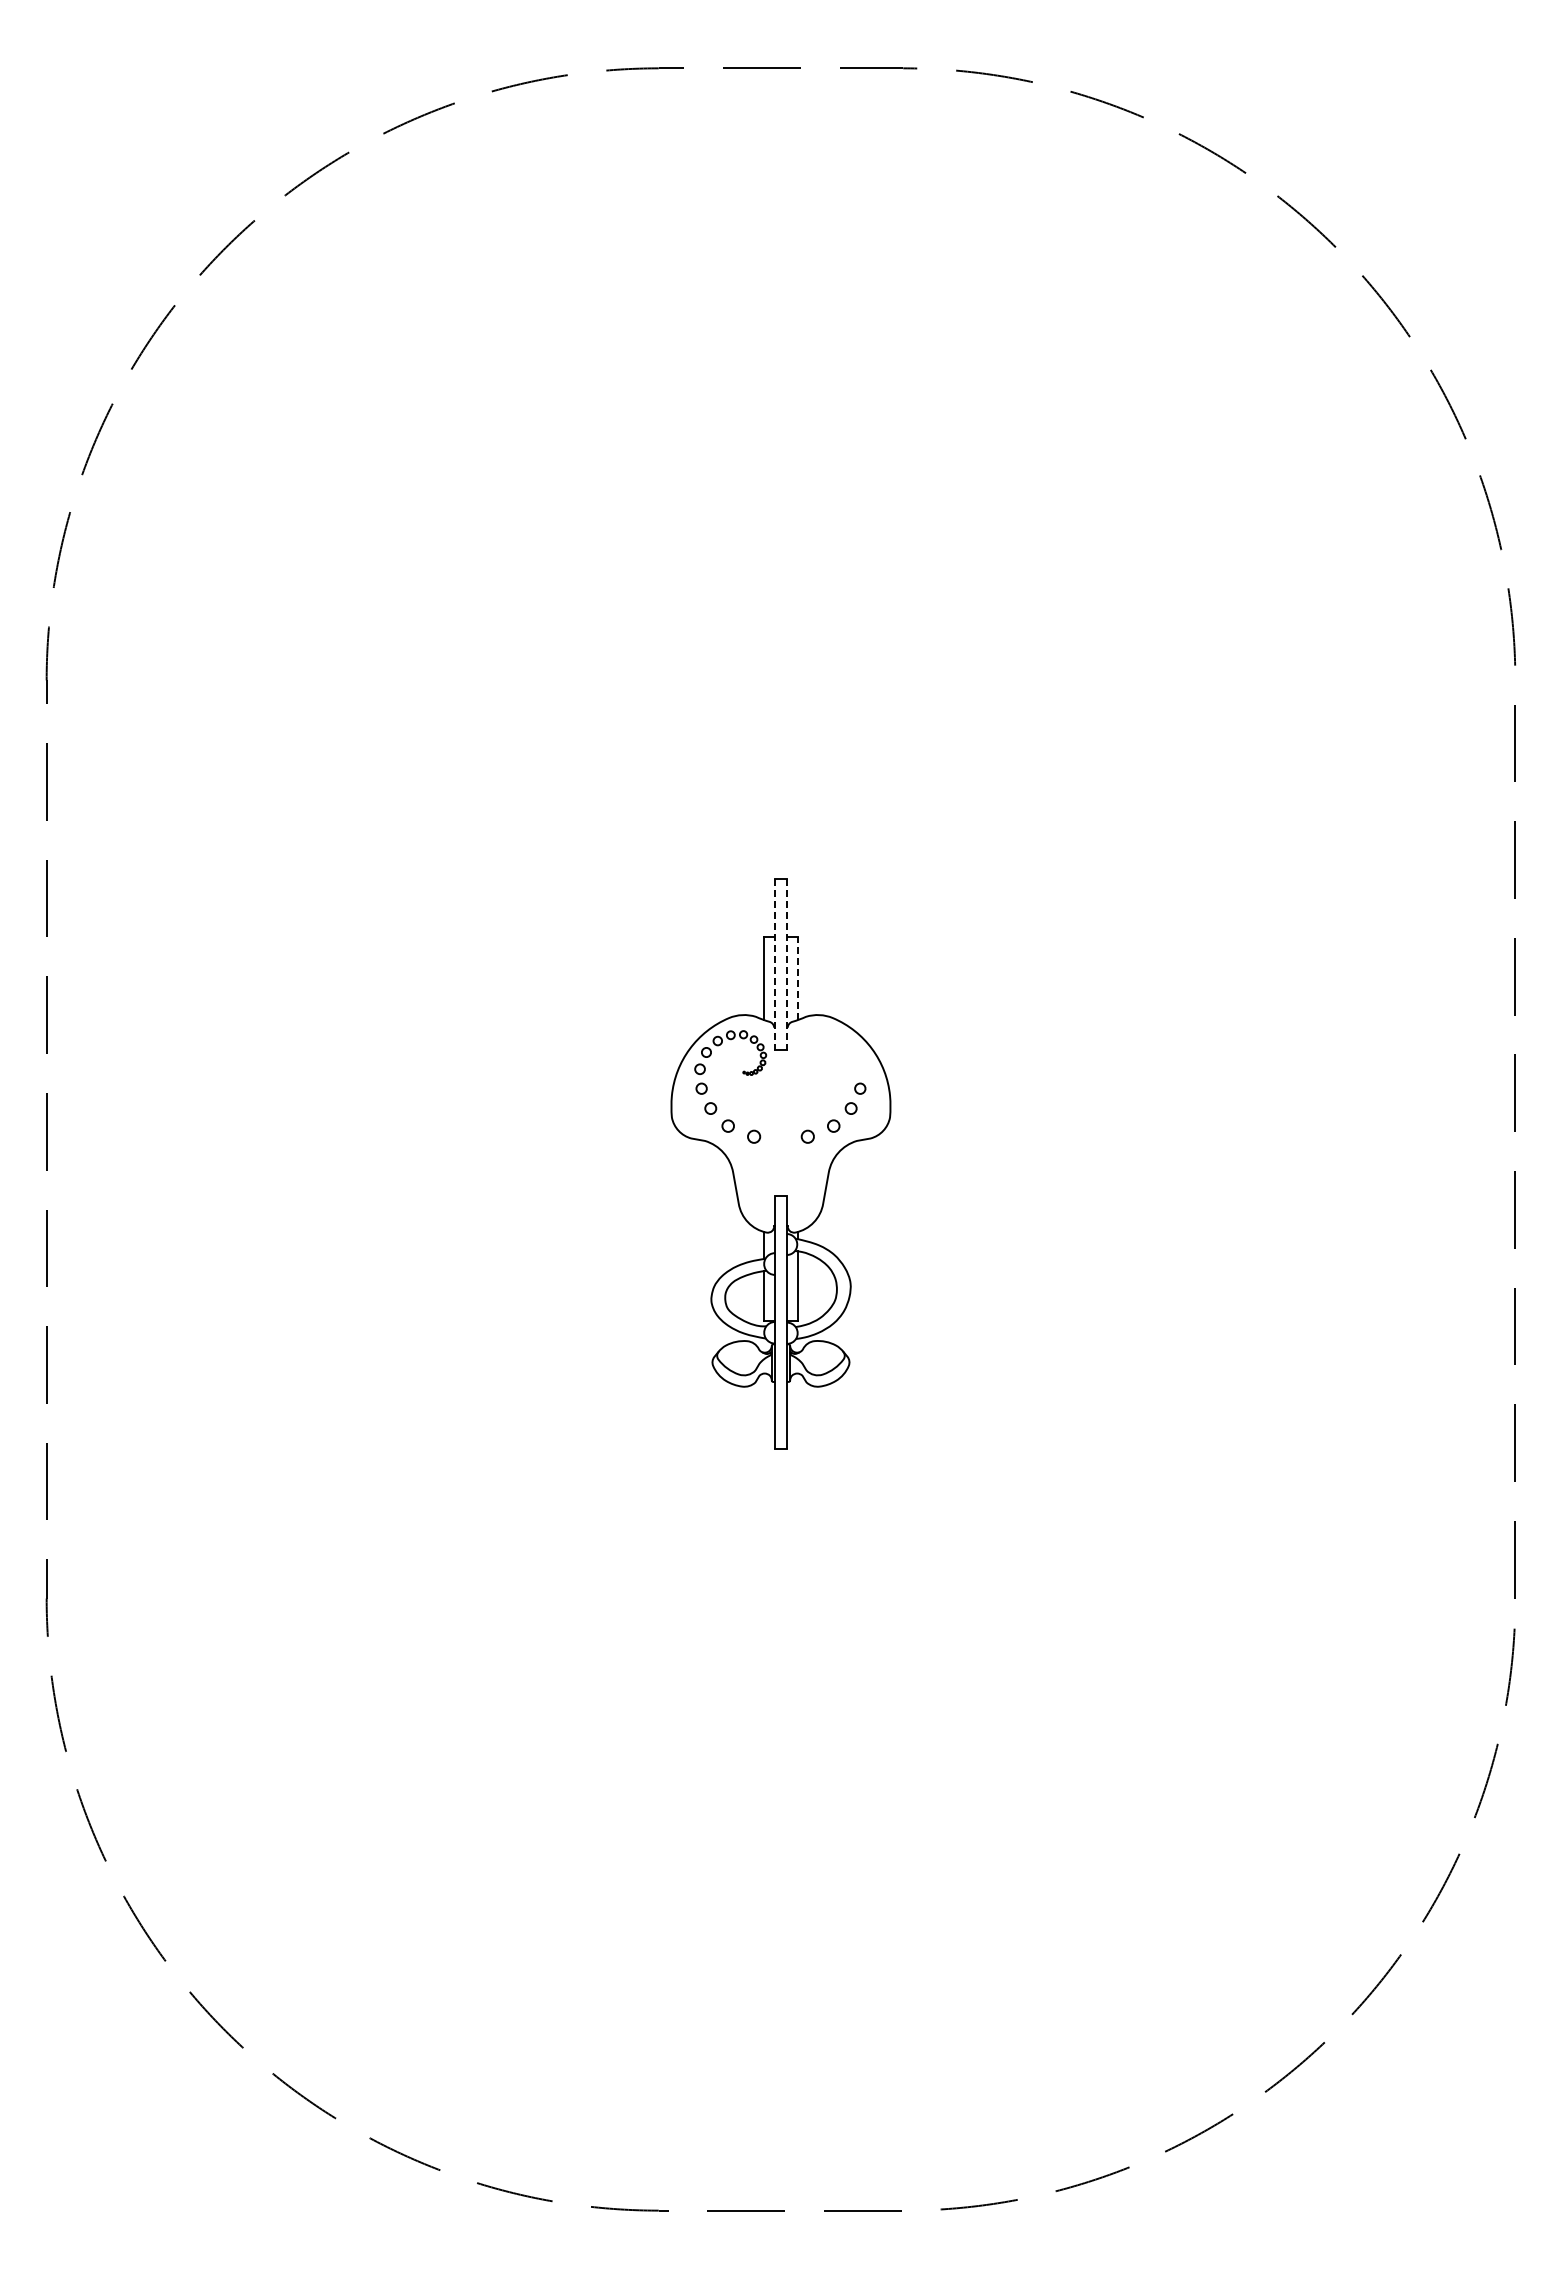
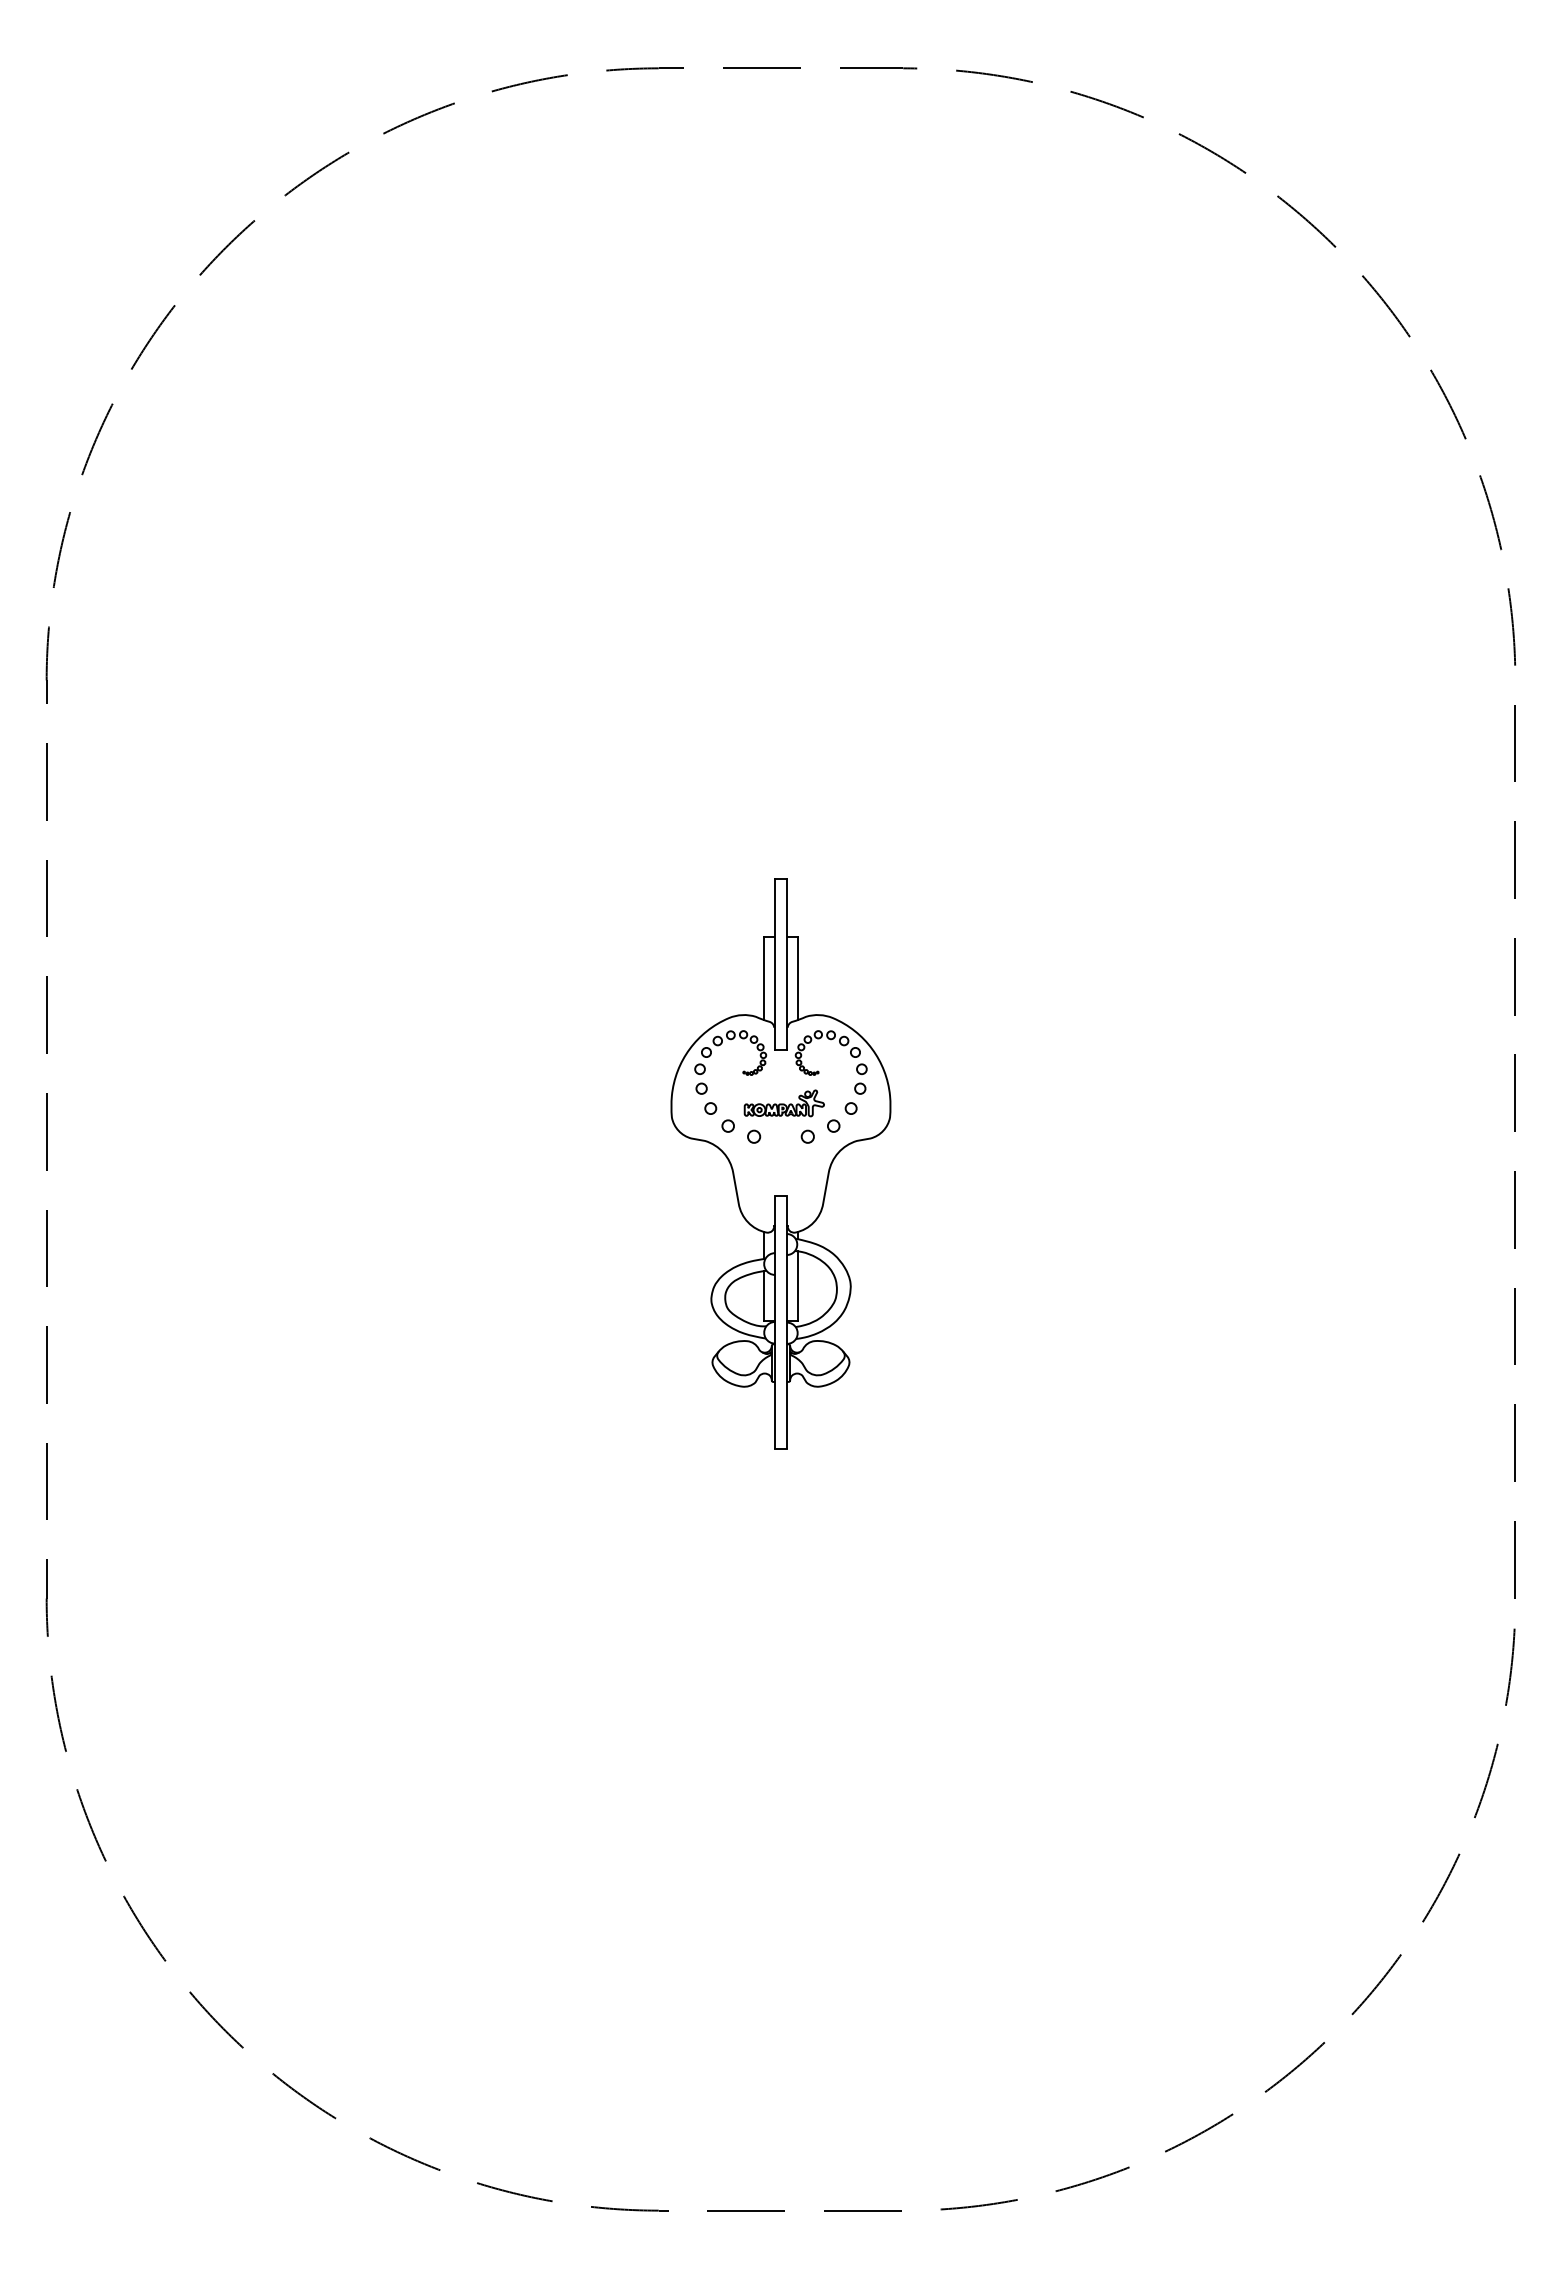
line at (775, 965): dashed -> solid
line at (786, 965): dashed -> solid
line at (798, 978): dashed -> solid
part at (830, 1040): none -> present
part at (783, 1103): none -> present
